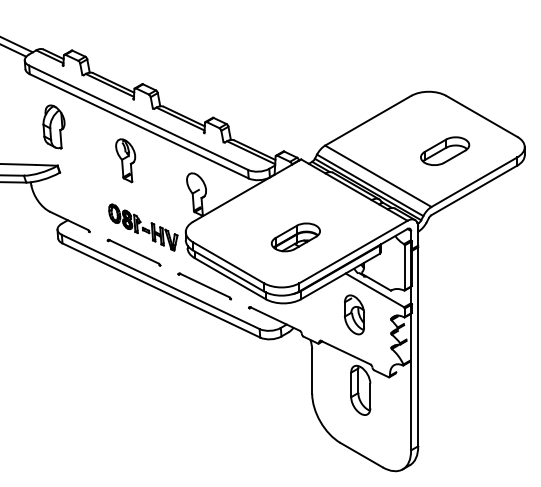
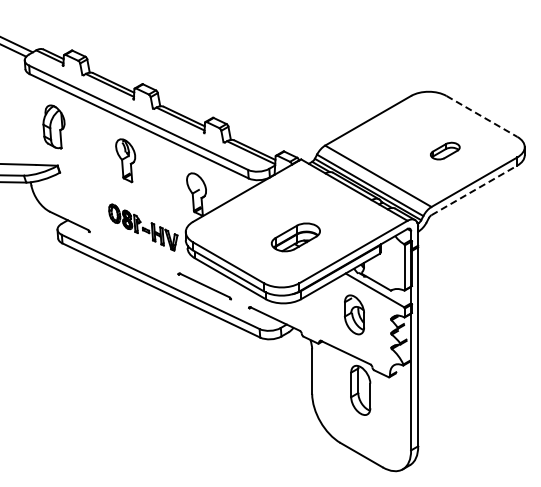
line at (481, 116): solid -> dashed
part at (445, 150) size: 51x30 px -> 31x20 px
line at (474, 190): solid -> dashed
part at (133, 252): present -> none
